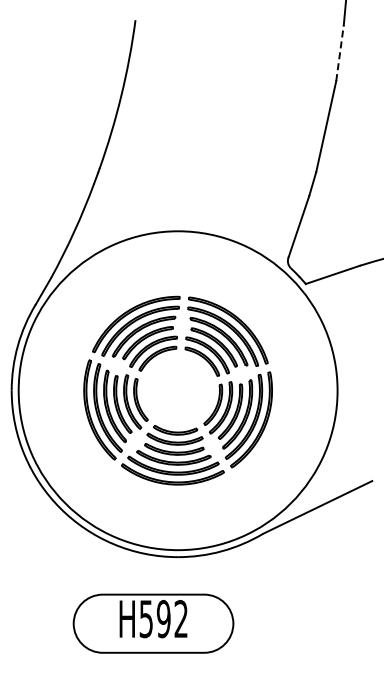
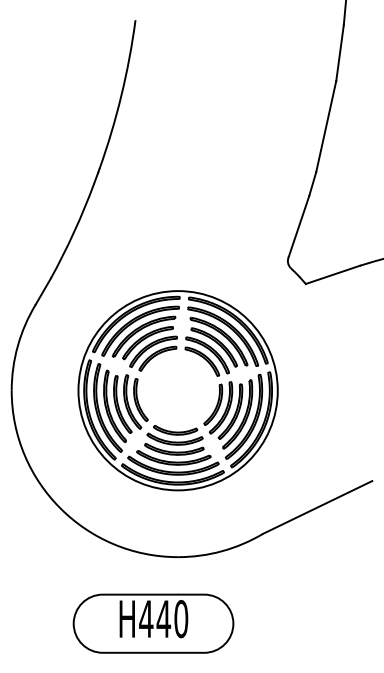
line at (340, 52): dashed -> solid
circle at (177, 390) diameter: 319 px -> 199 px
text at (163, 619): H592 -> H440
